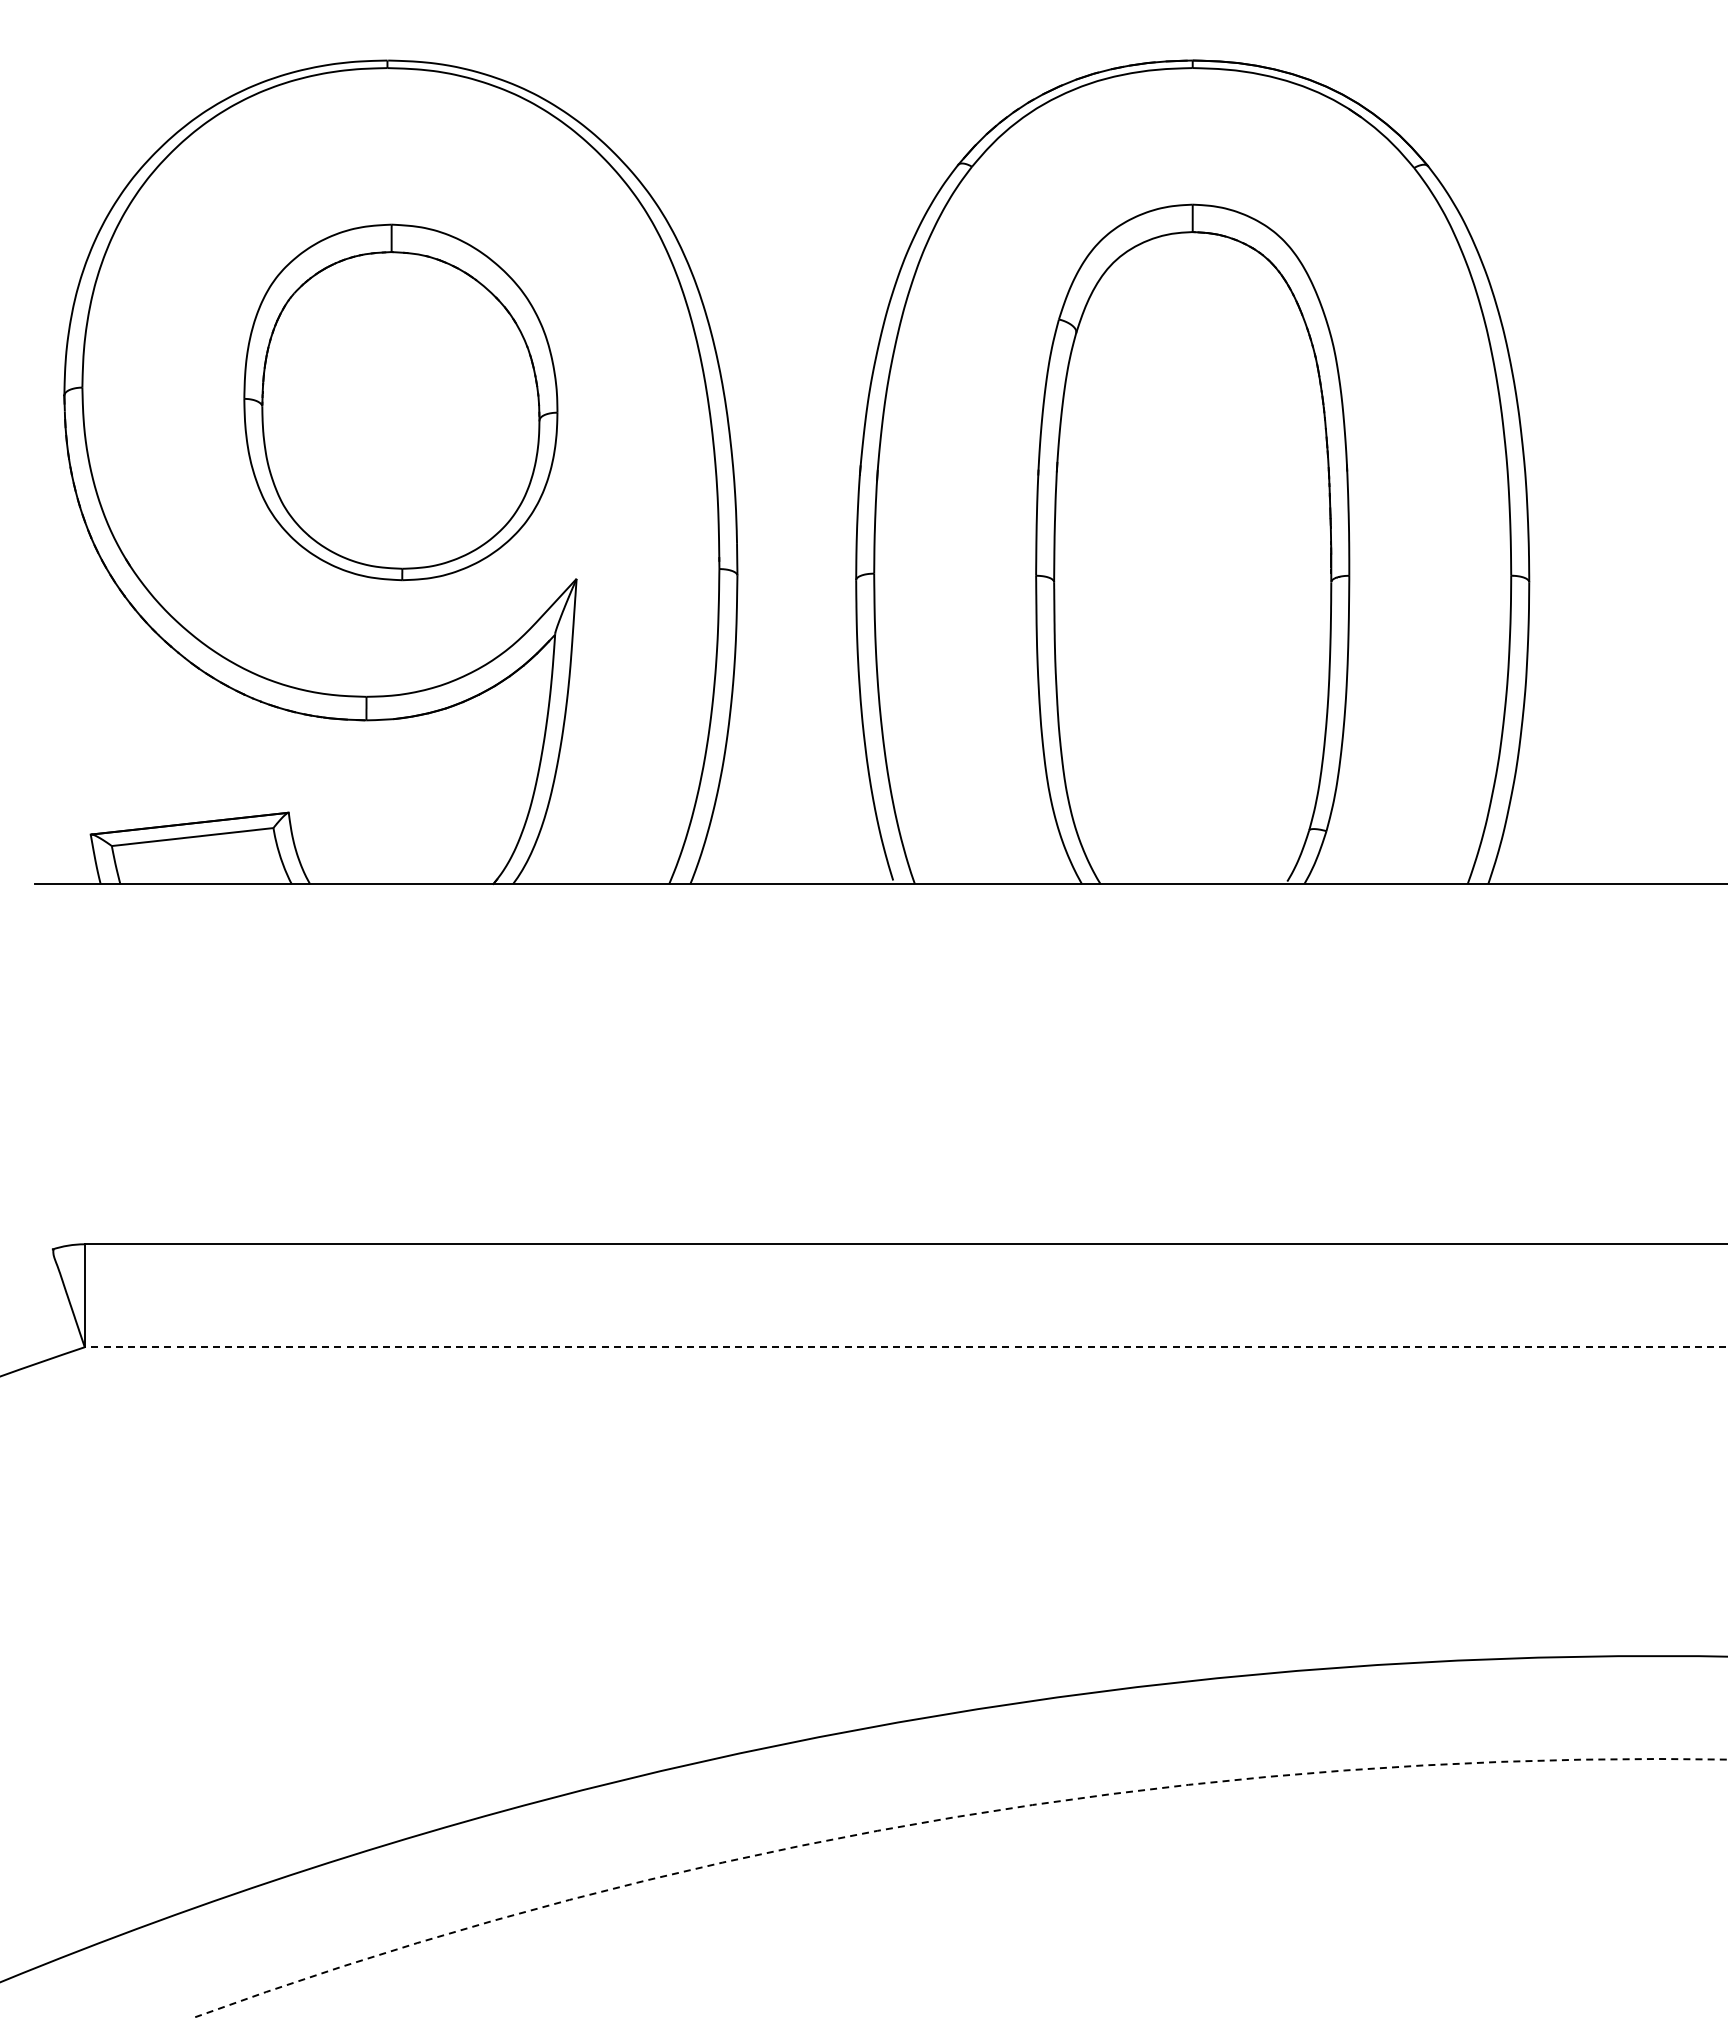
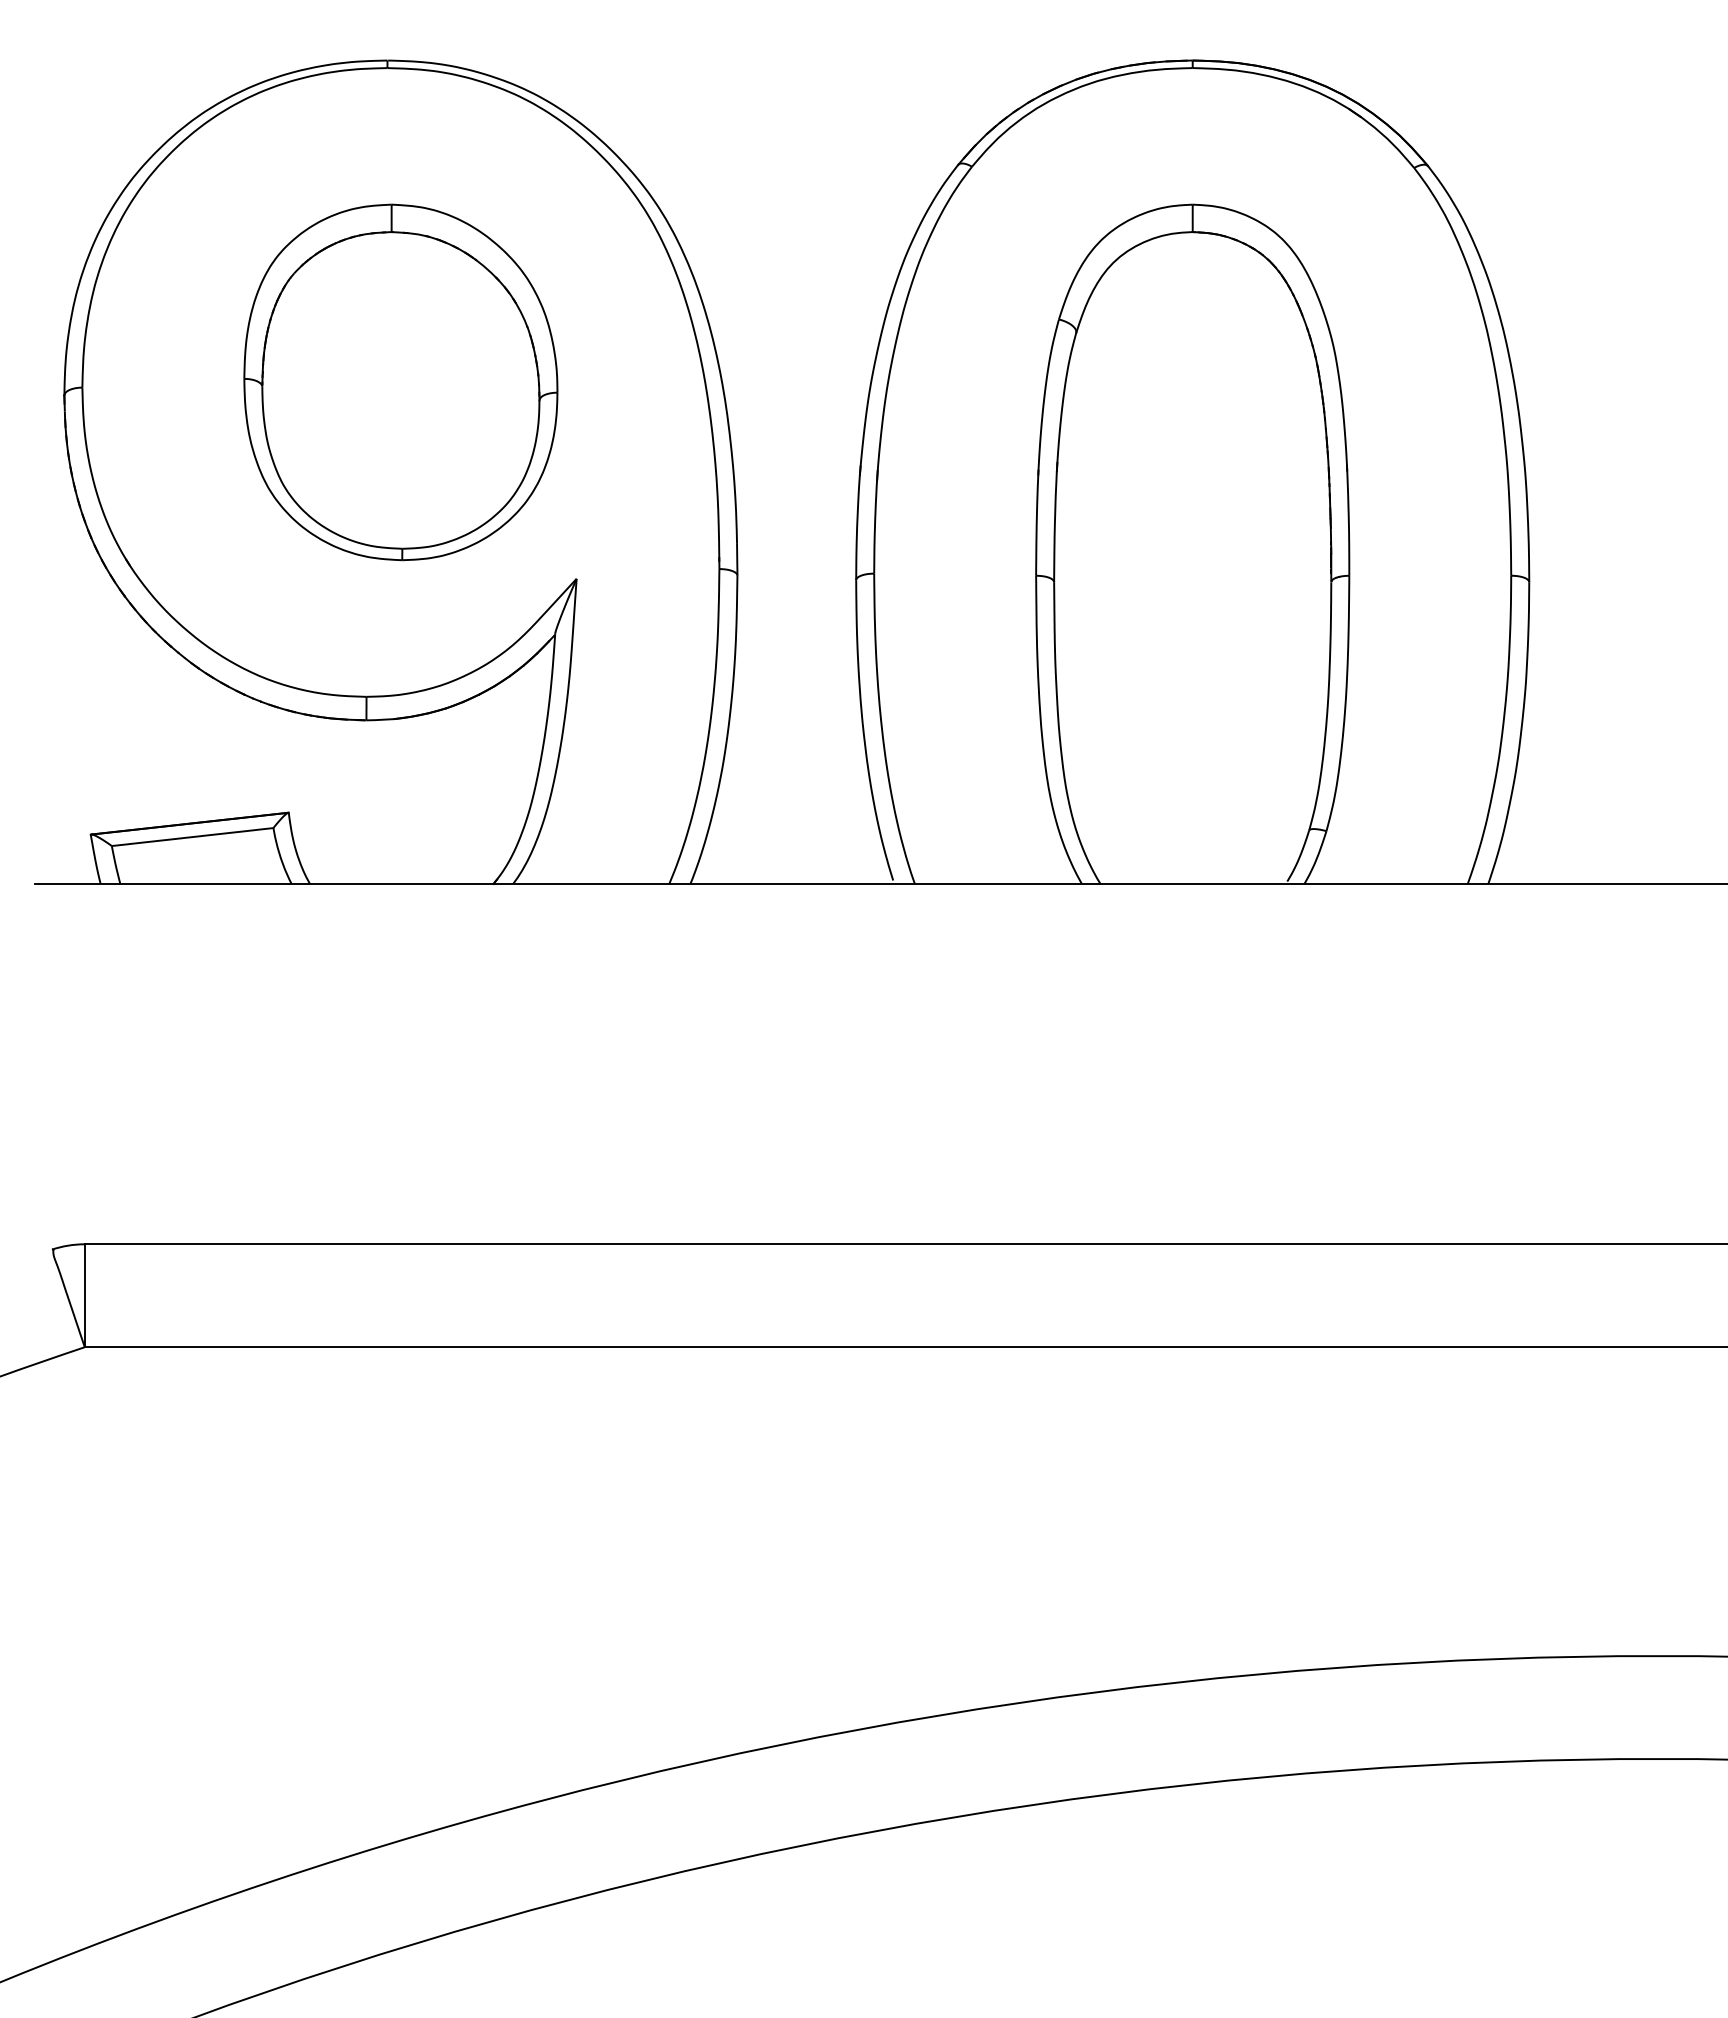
part at (400, 402) position: (400, 402) -> (400, 382)
line at (905, 1347): dashed -> solid
arc at (950, 1817): dashed -> solid
